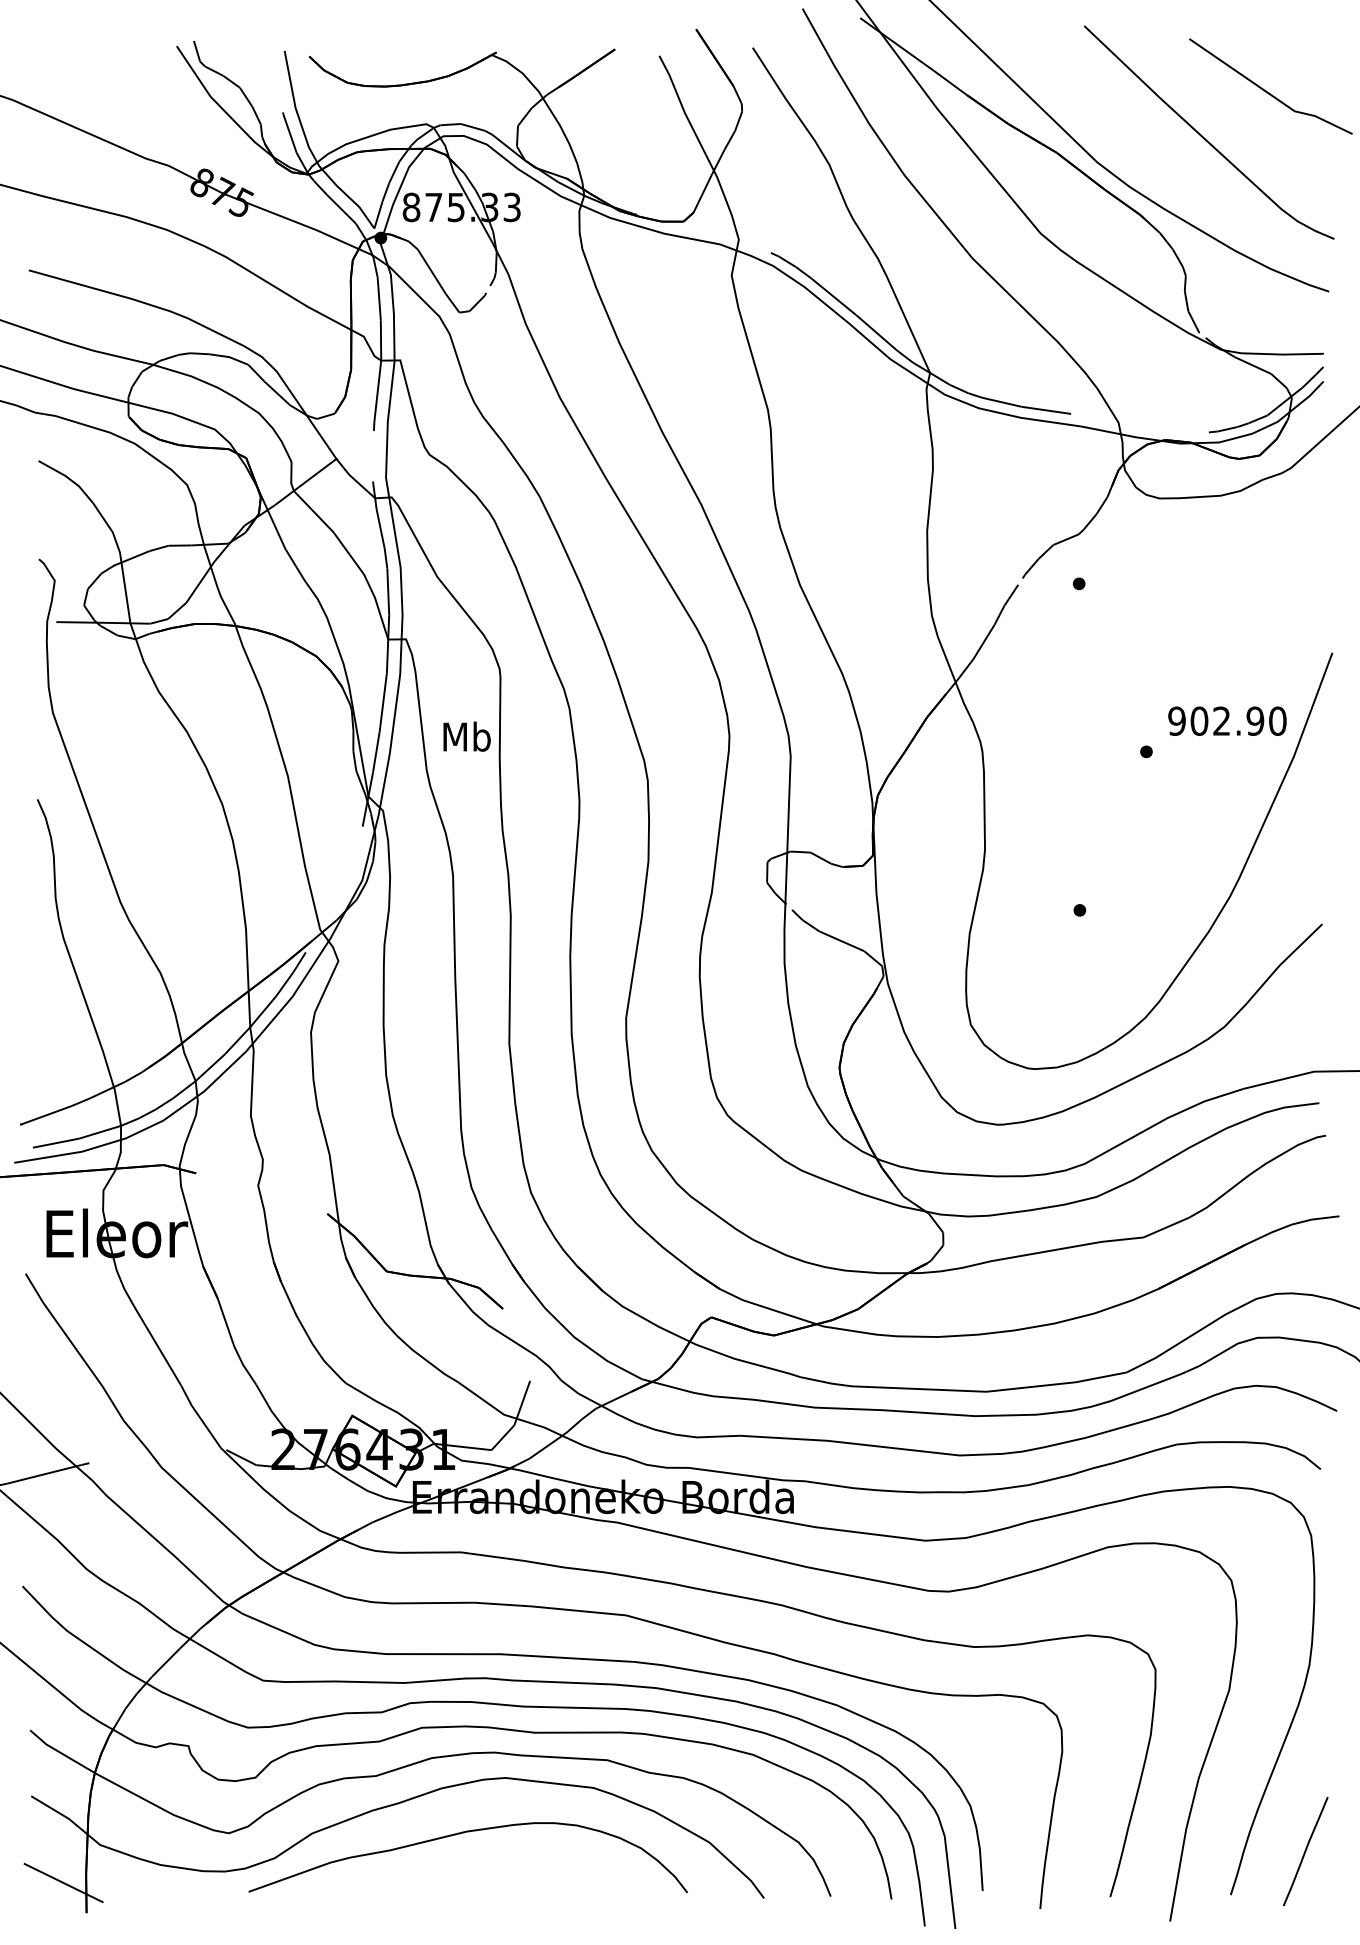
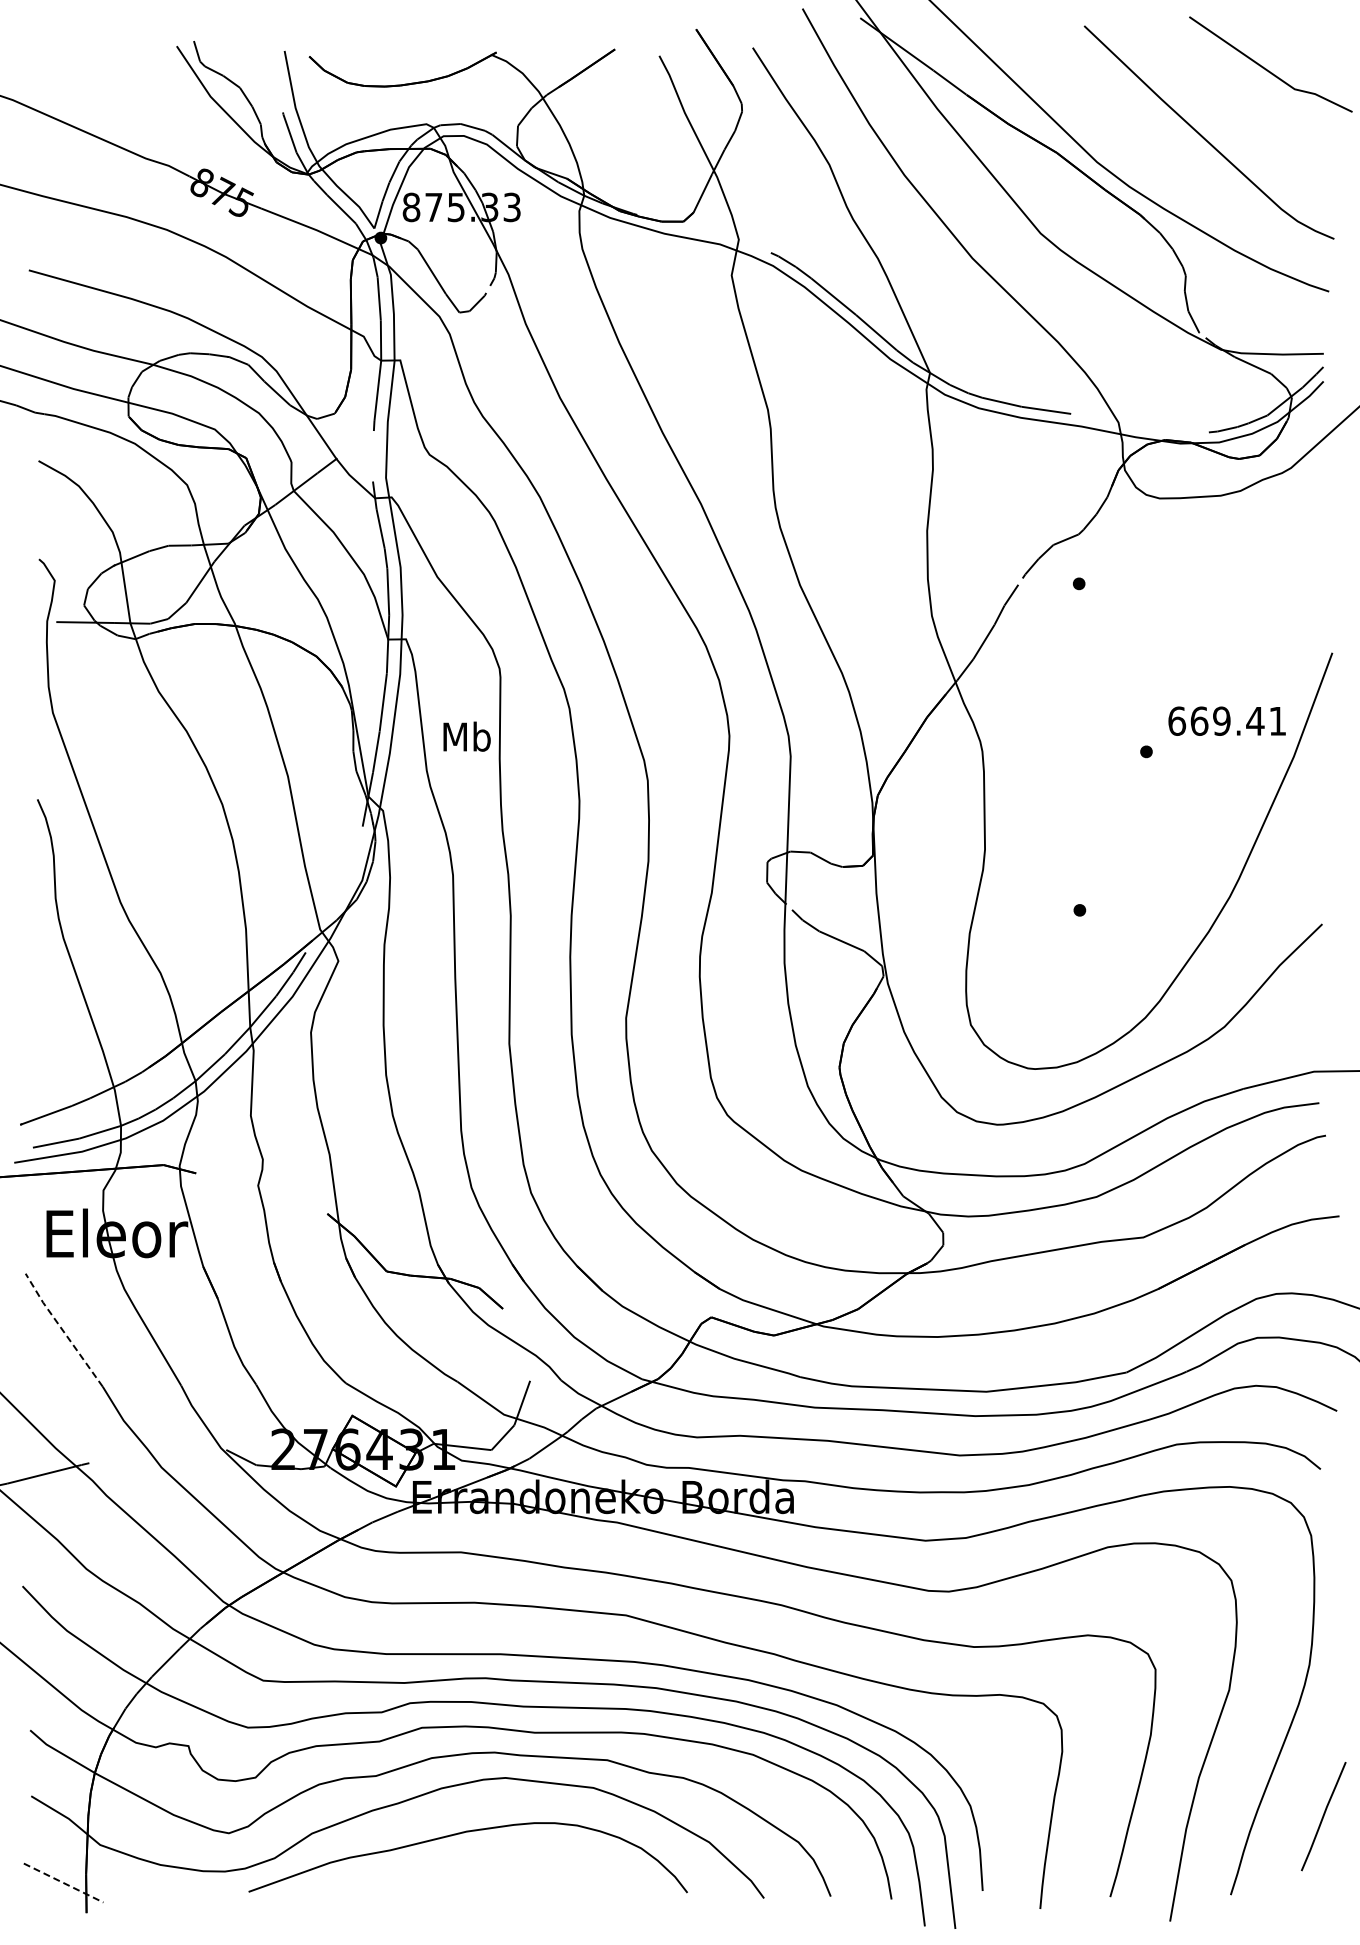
line at (1266, 90) position: (1266, 90) -> (1266, 68)
text at (1227, 720): 902.90 -> 669.41
line at (62, 1330): solid -> dashed
line at (1305, 1851) position: (1305, 1851) -> (1323, 1816)
line at (64, 1883): solid -> dashed
